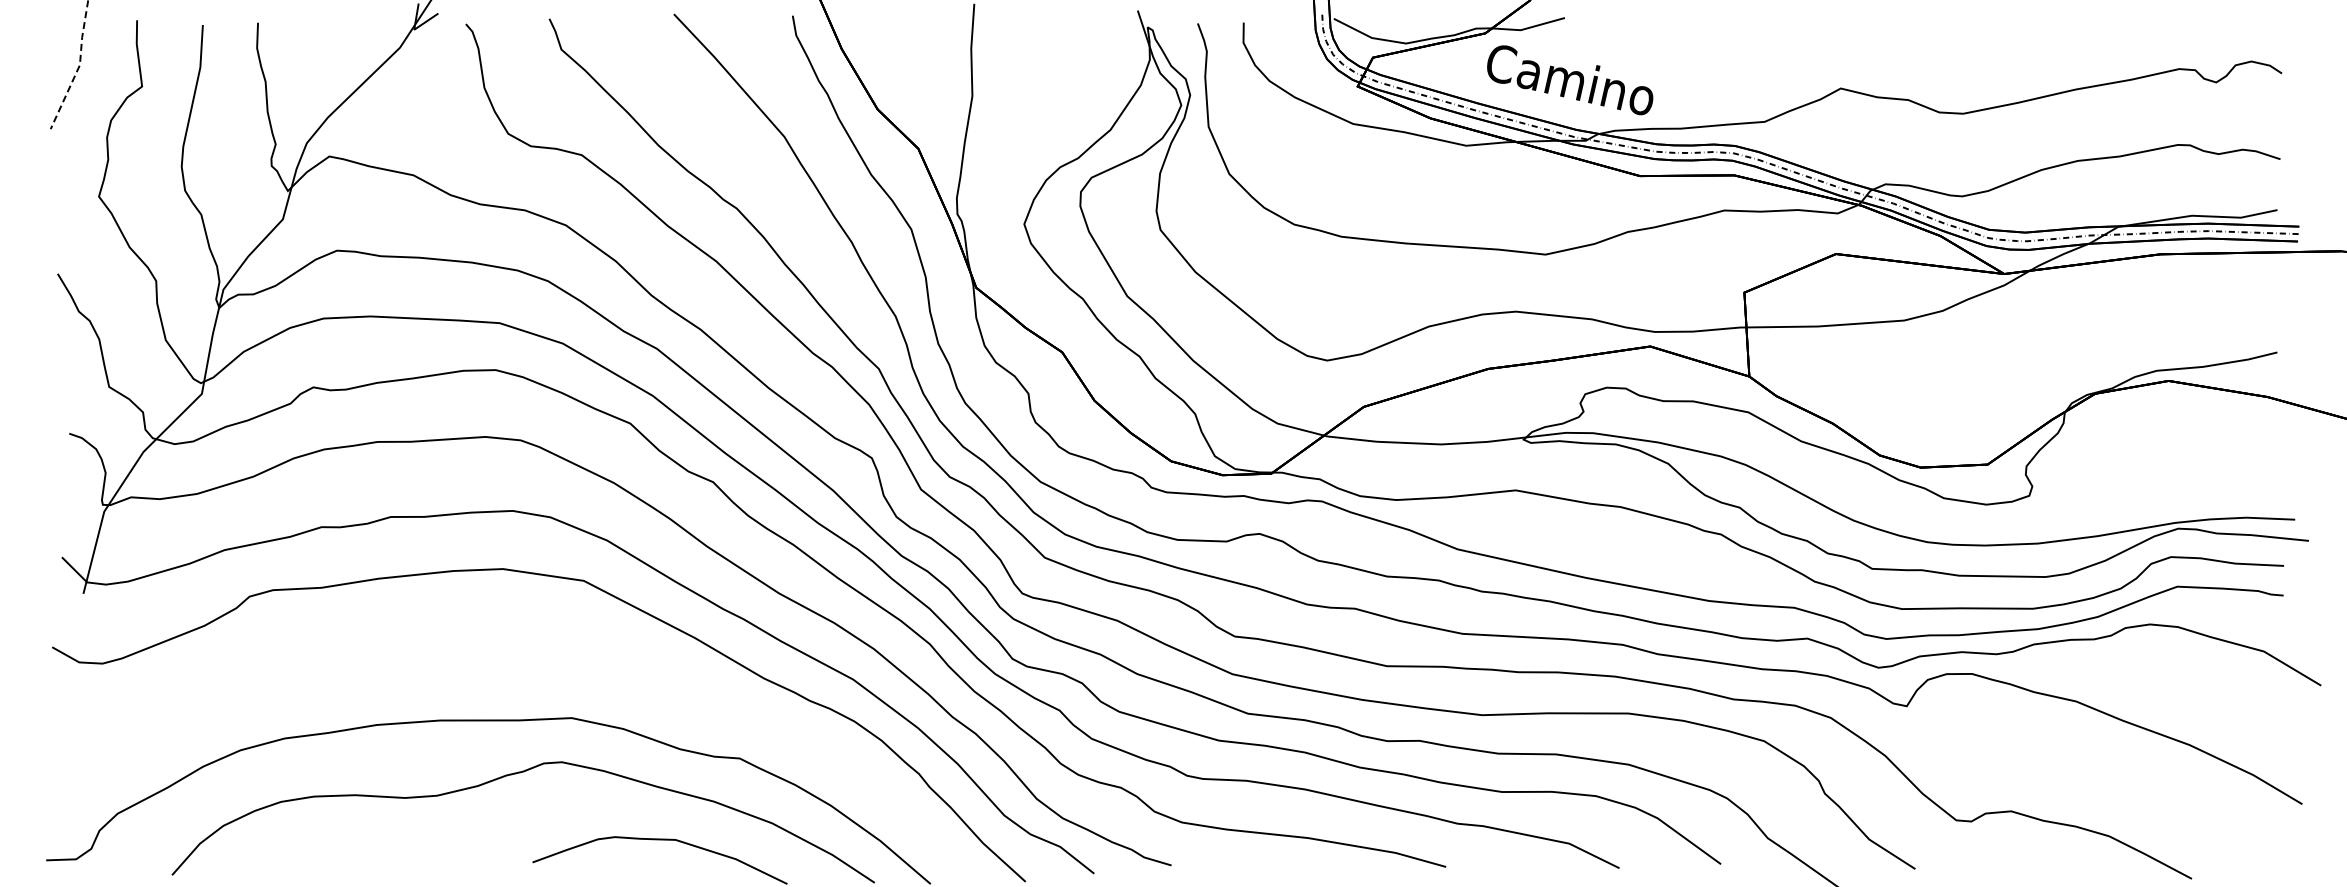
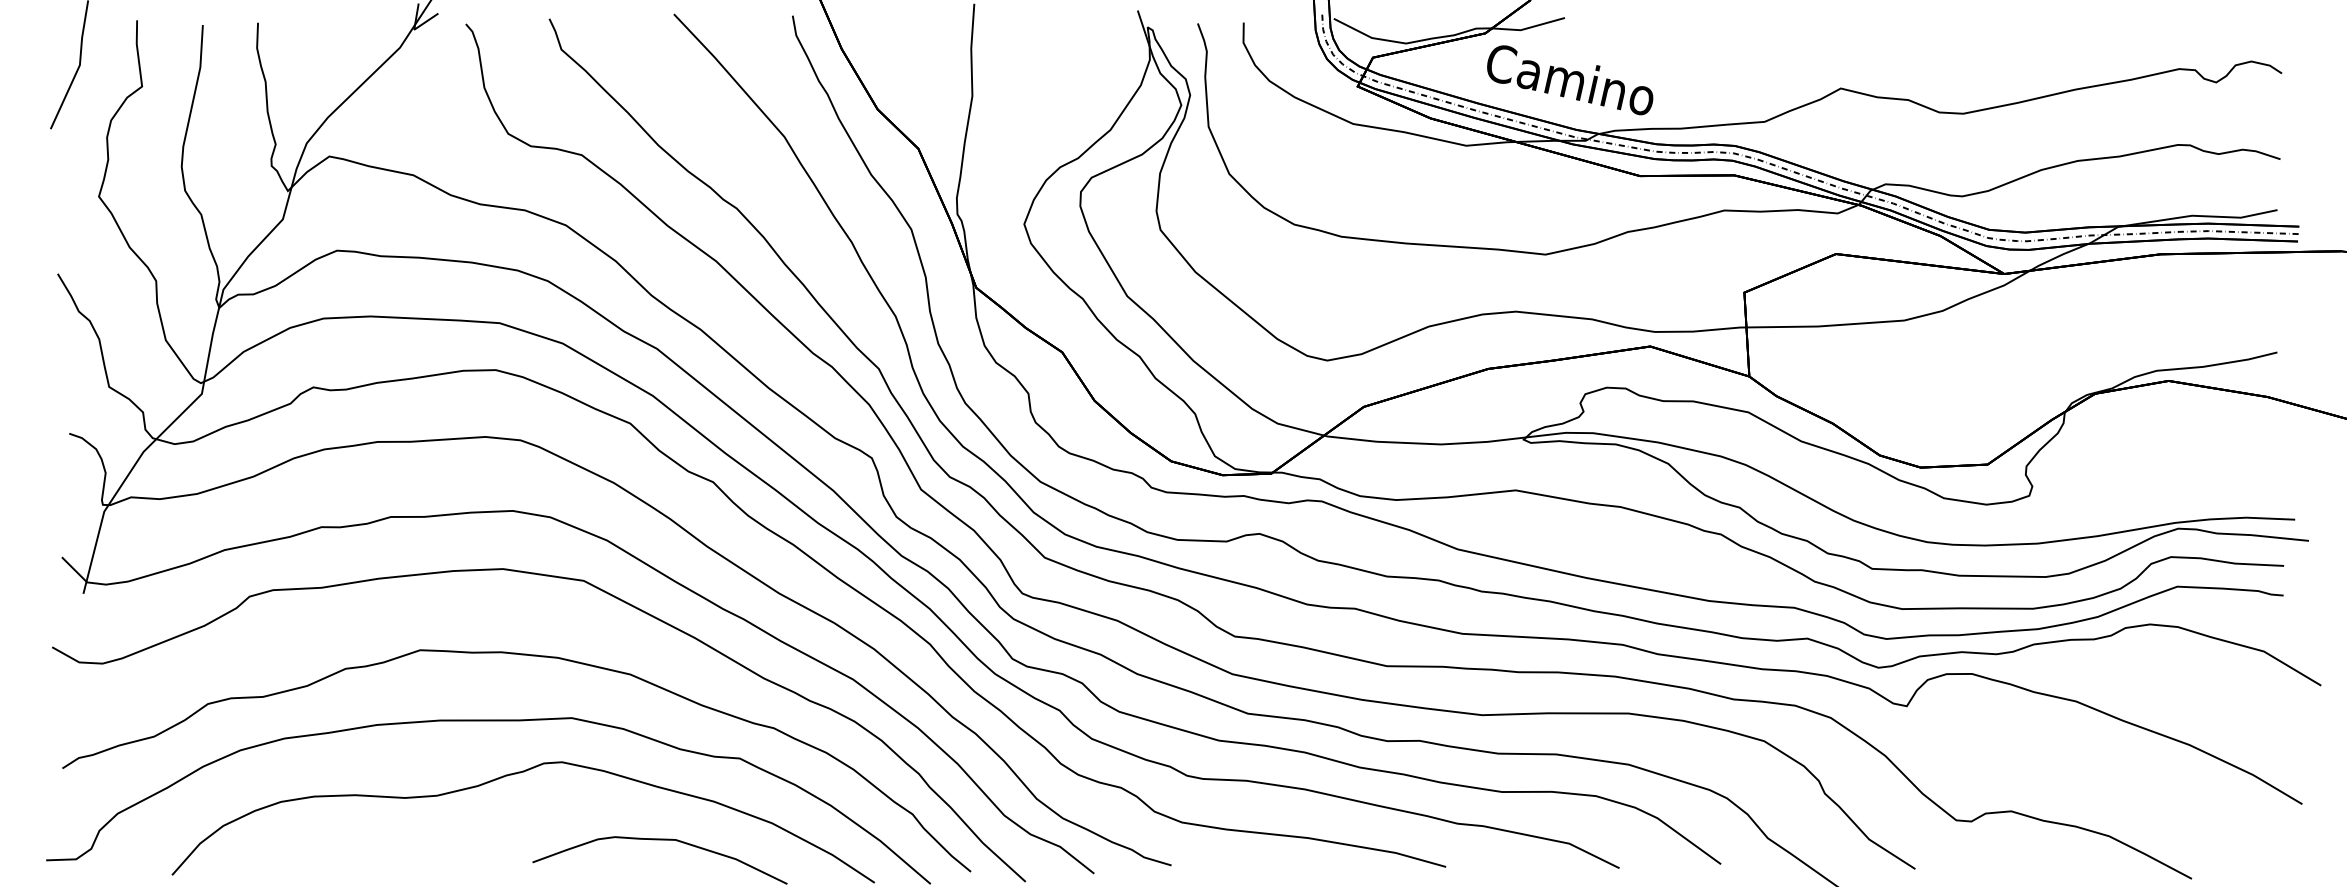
line at (79, 66): dashed -> solid
curve at (520, 655): none -> present
